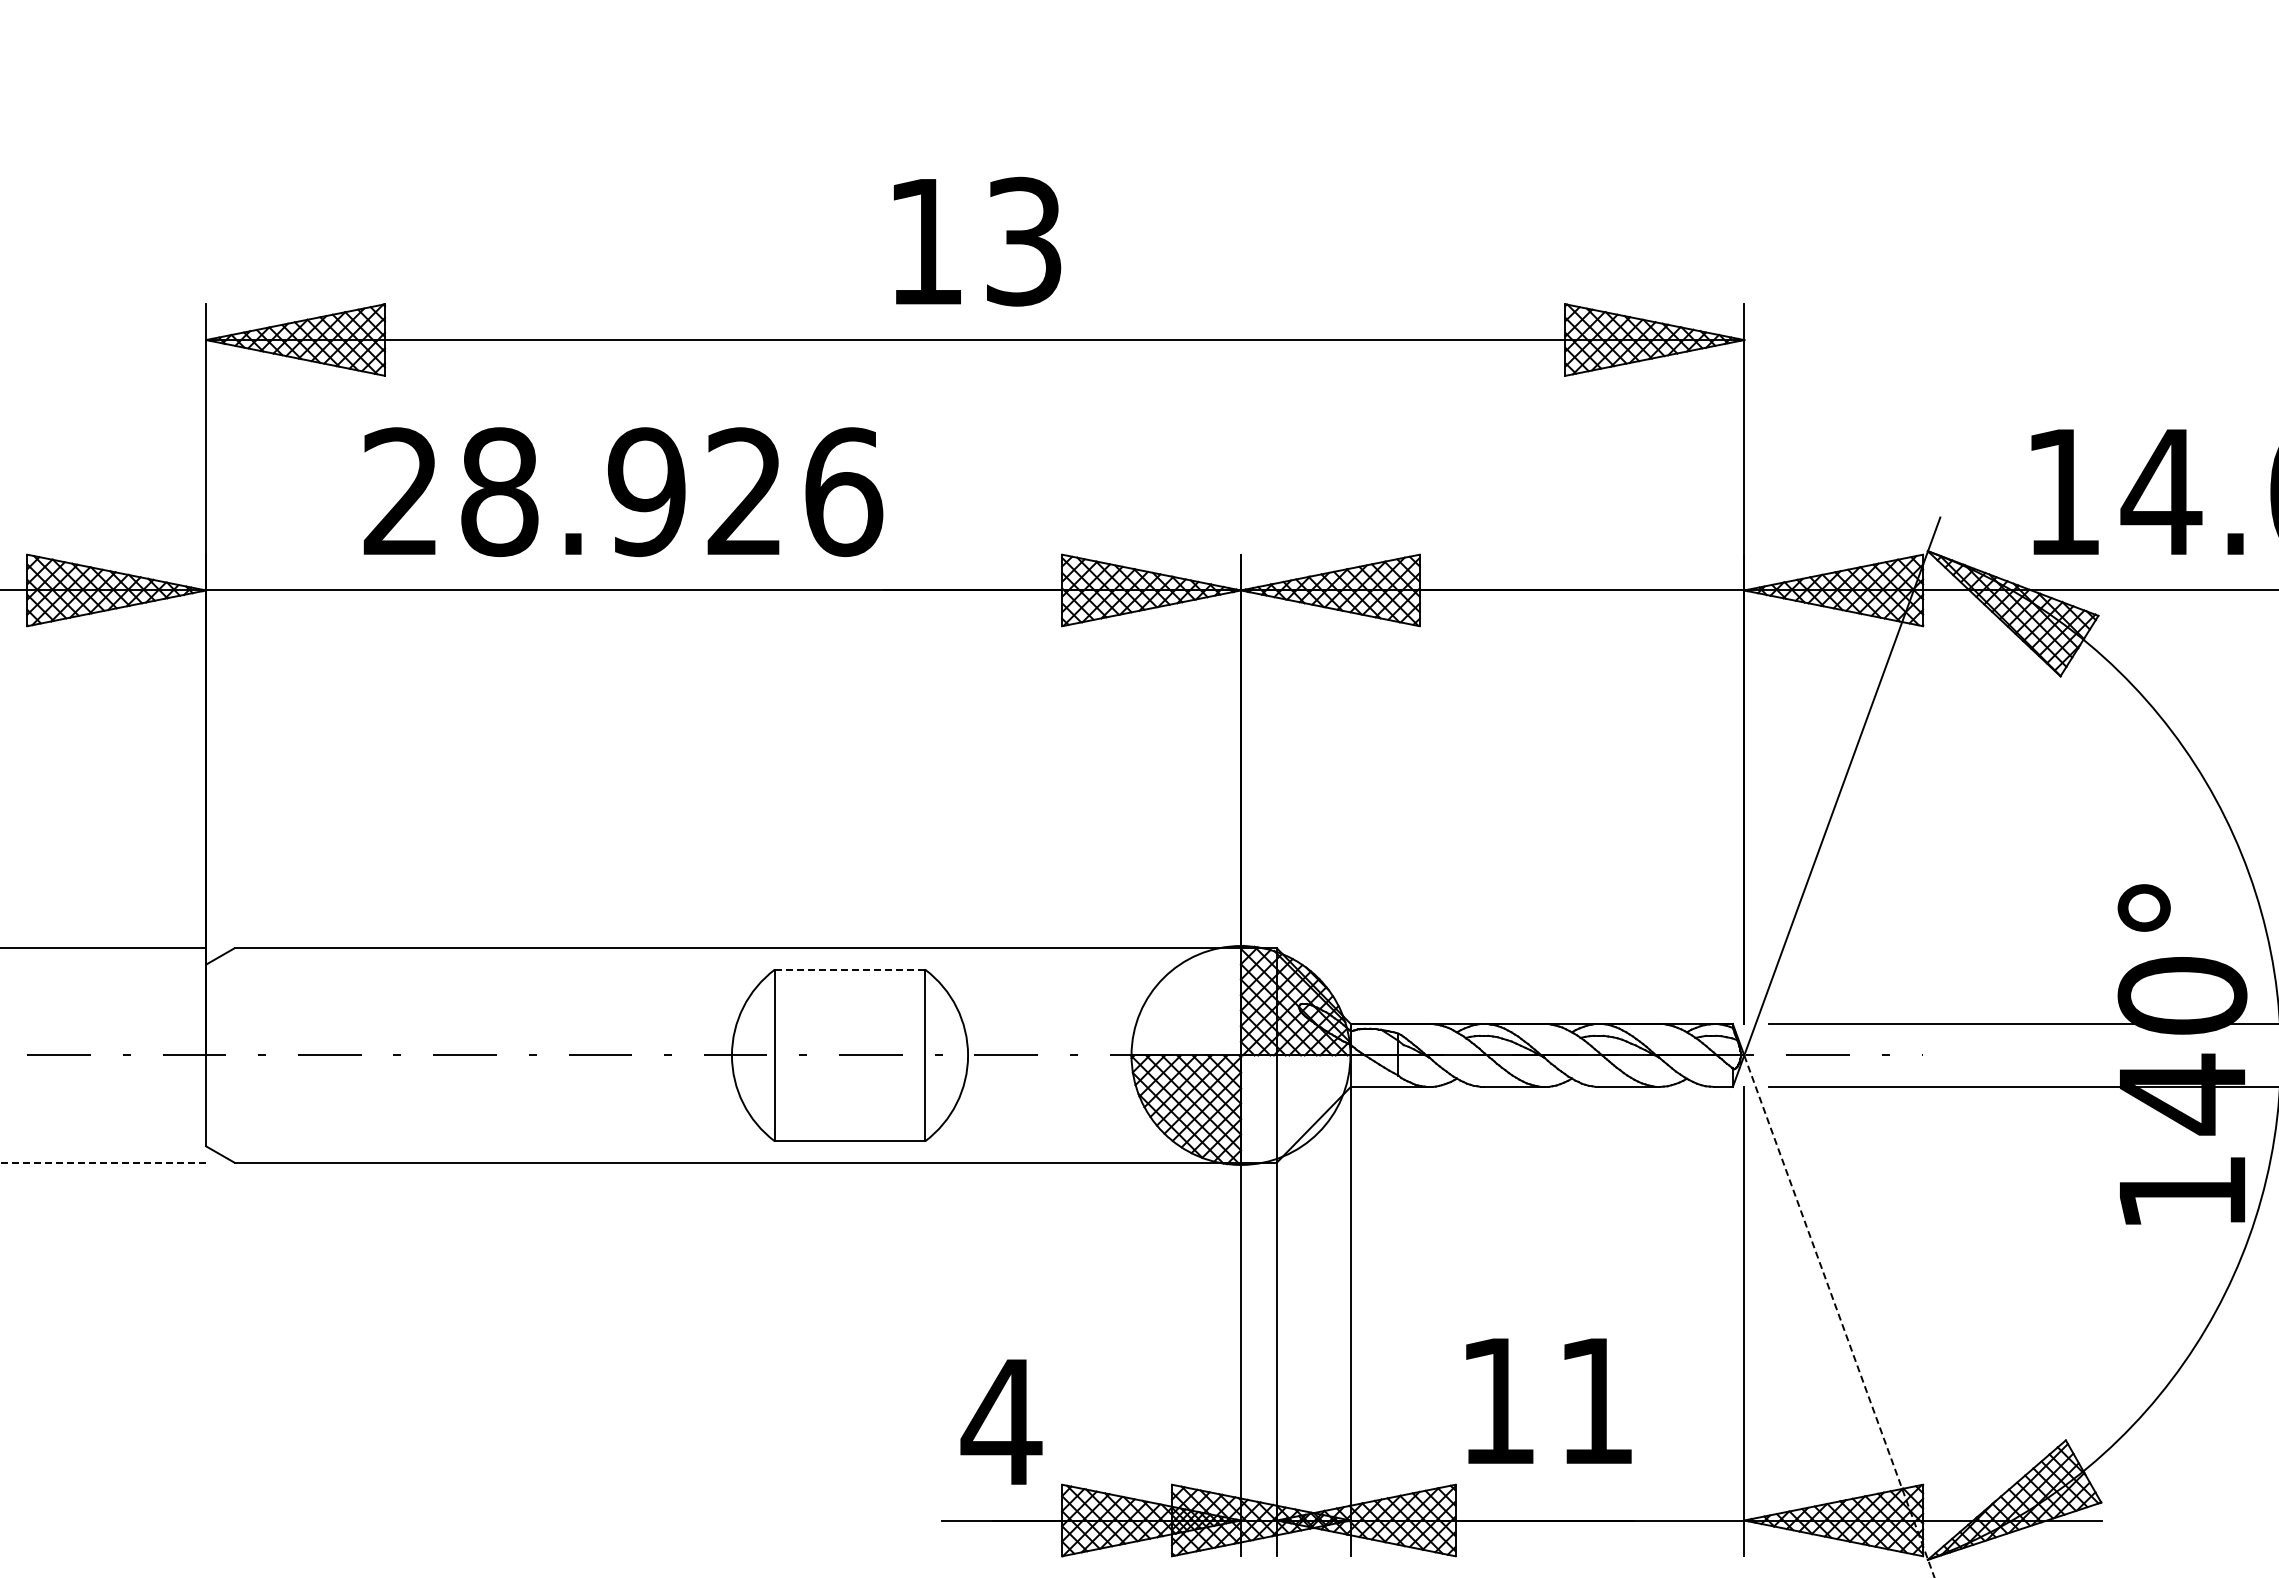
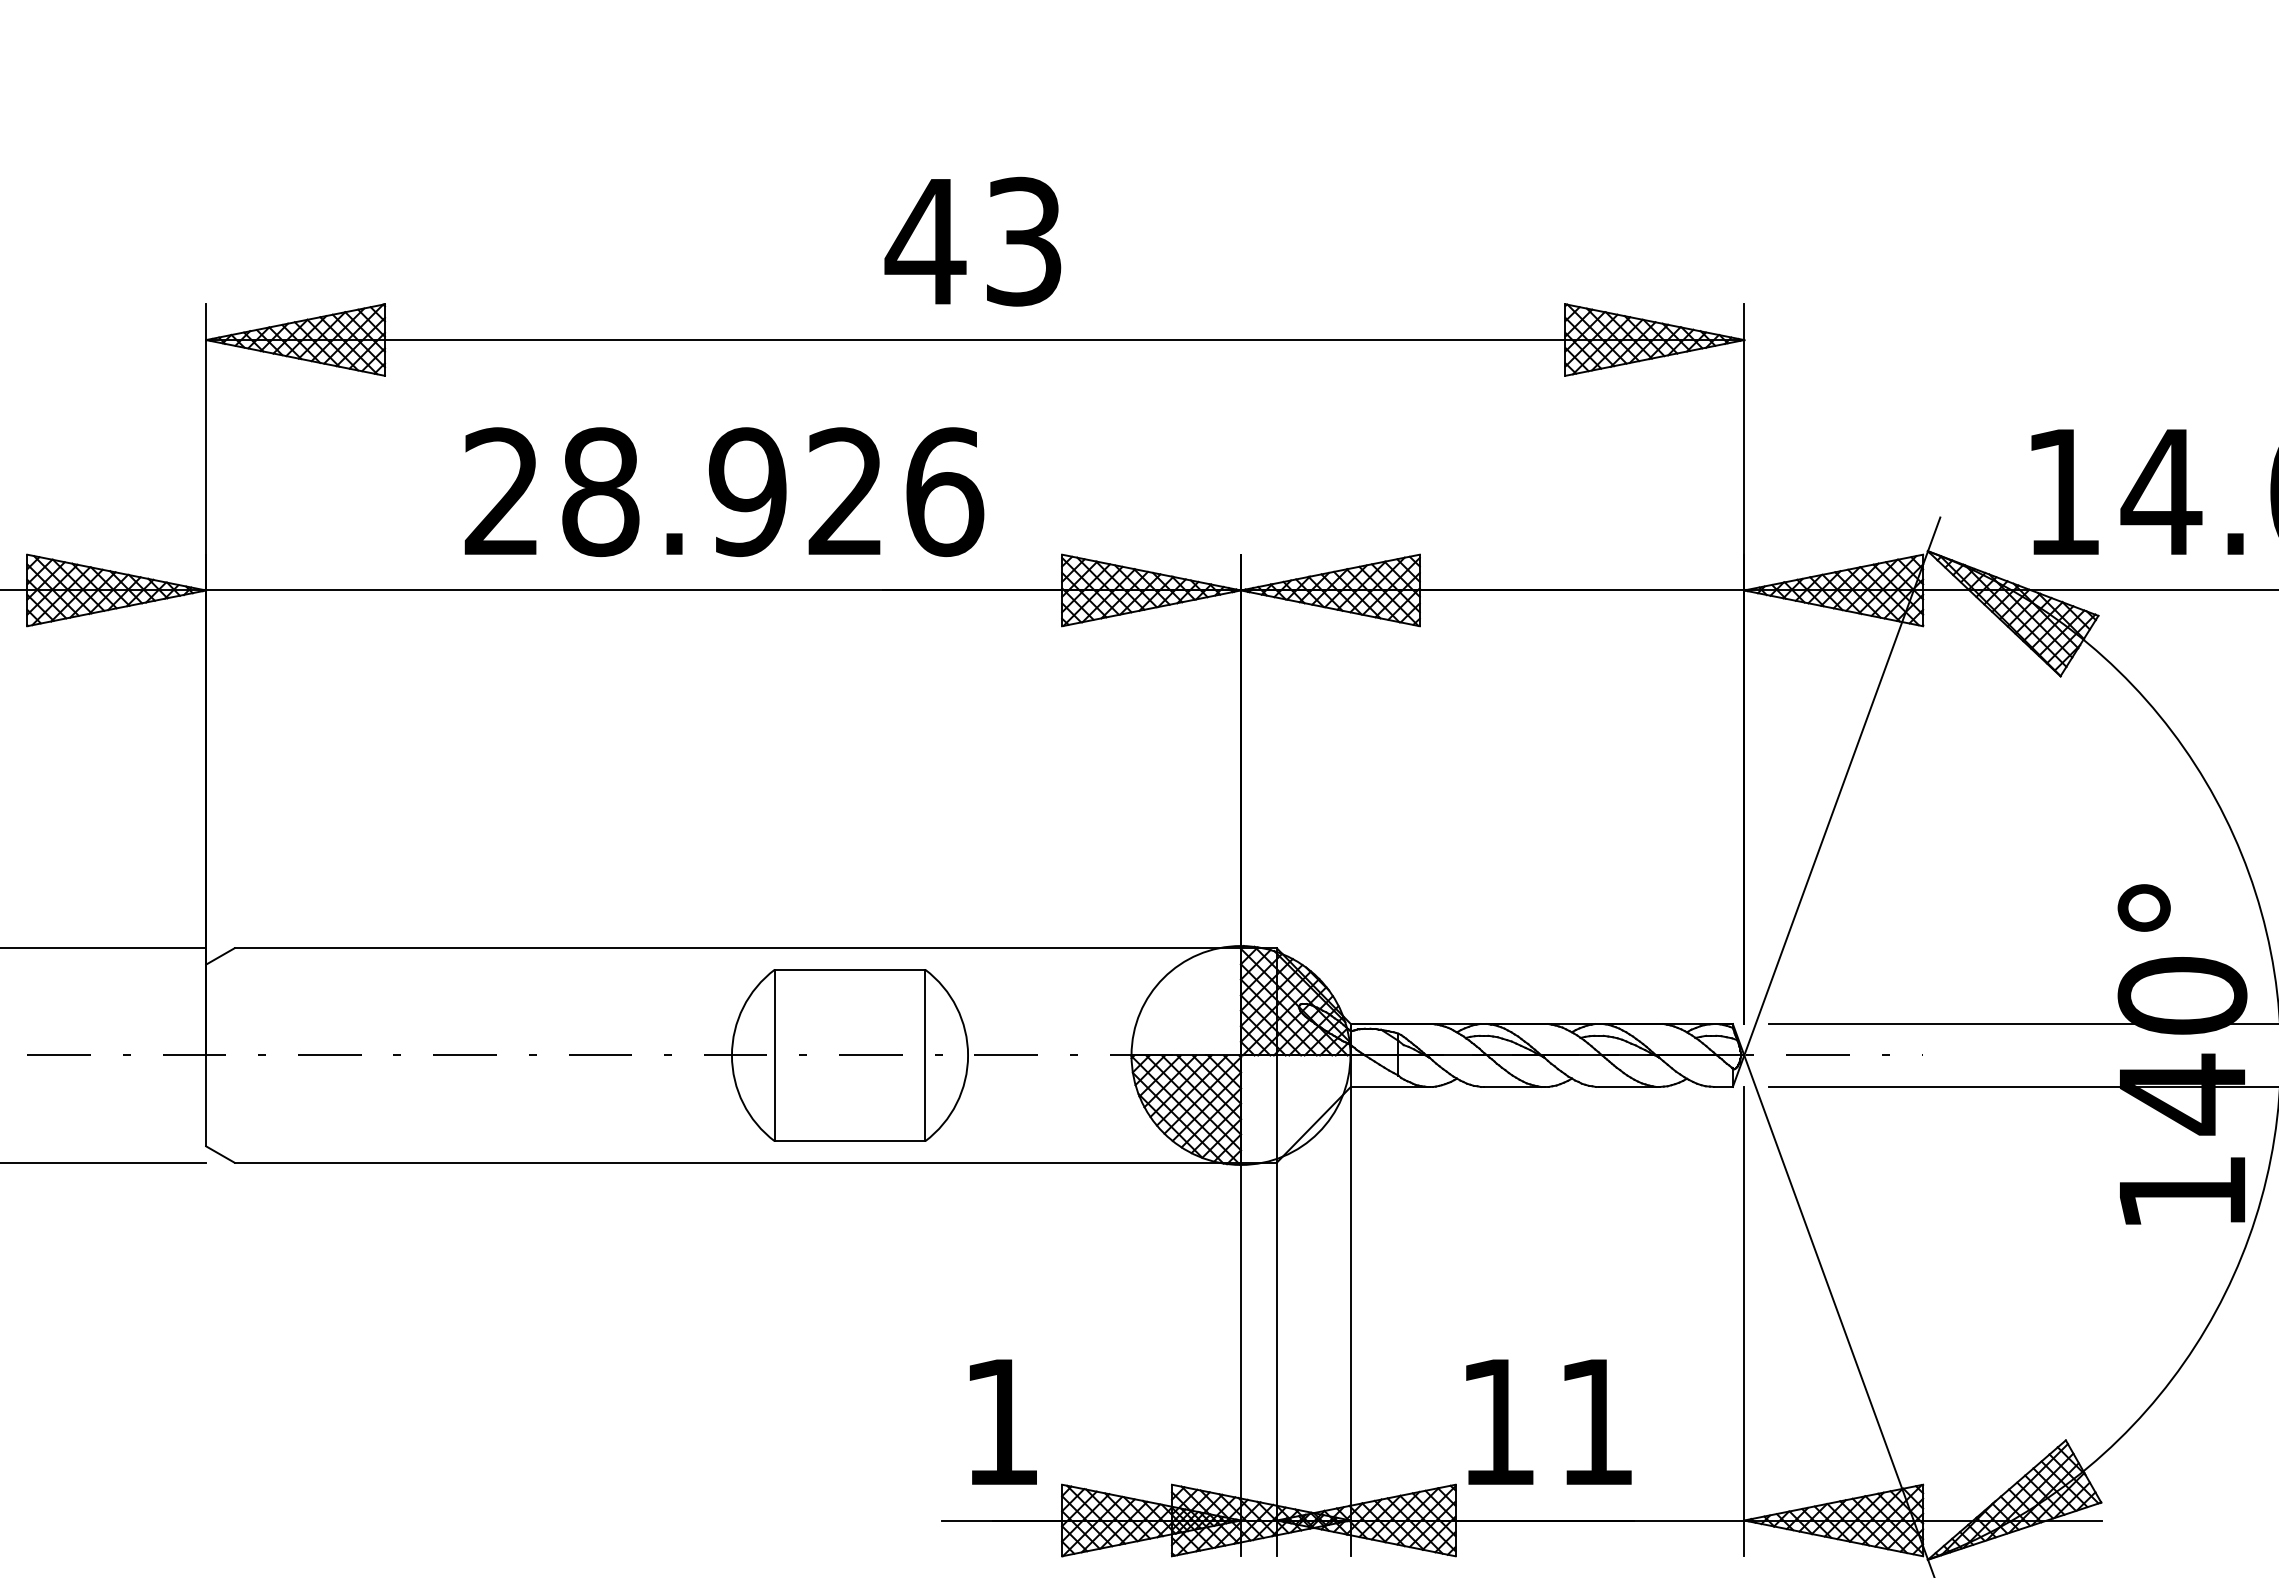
text at (925, 241): 13 -> 43
text at (623, 492) position: (623, 492) -> (724, 492)
line at (850, 969): dashed -> solid
line at (103, 1162): dashed -> solid
line at (1839, 1316): dashed -> solid
text at (1548, 1400) position: (1548, 1400) -> (1548, 1421)
text at (1001, 1421): 4 -> 1
